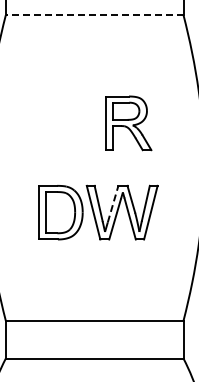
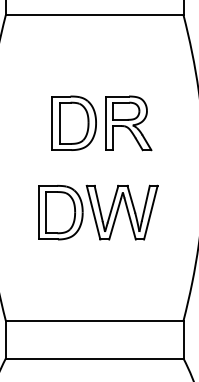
line at (94, 15): dashed -> solid
part at (73, 122): none -> present
line at (113, 203): dashed -> solid
